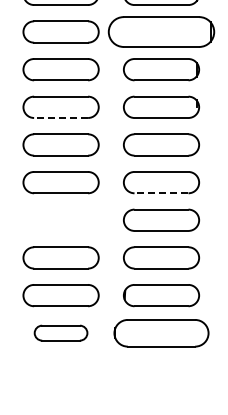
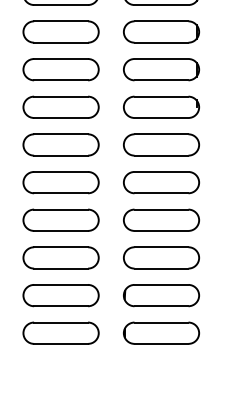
part at (161, 31) size: 109x32 px -> 77x24 px
line at (61, 117): dashed -> solid
line at (161, 193): dashed -> solid
part at (60, 219): none -> present
part at (60, 332) size: 56x18 px -> 78x24 px
part at (161, 333) size: 97x29 px -> 77x24 px
